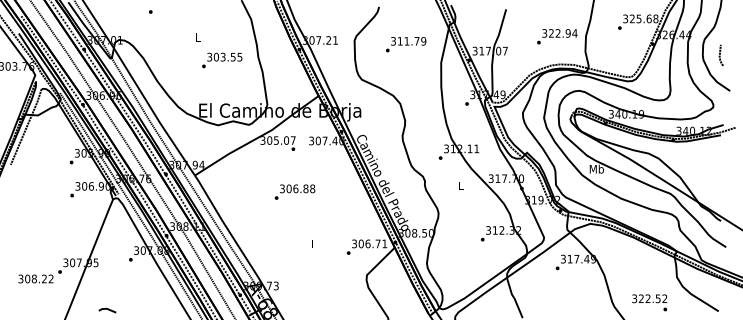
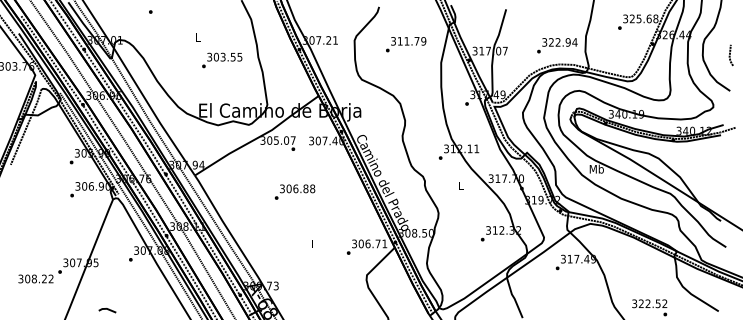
text at (557, 36) position: (557, 36) -> (557, 45)
line at (720, 55) position: (720, 55) -> (730, 55)
text at (649, 302) position: (649, 302) -> (649, 307)
